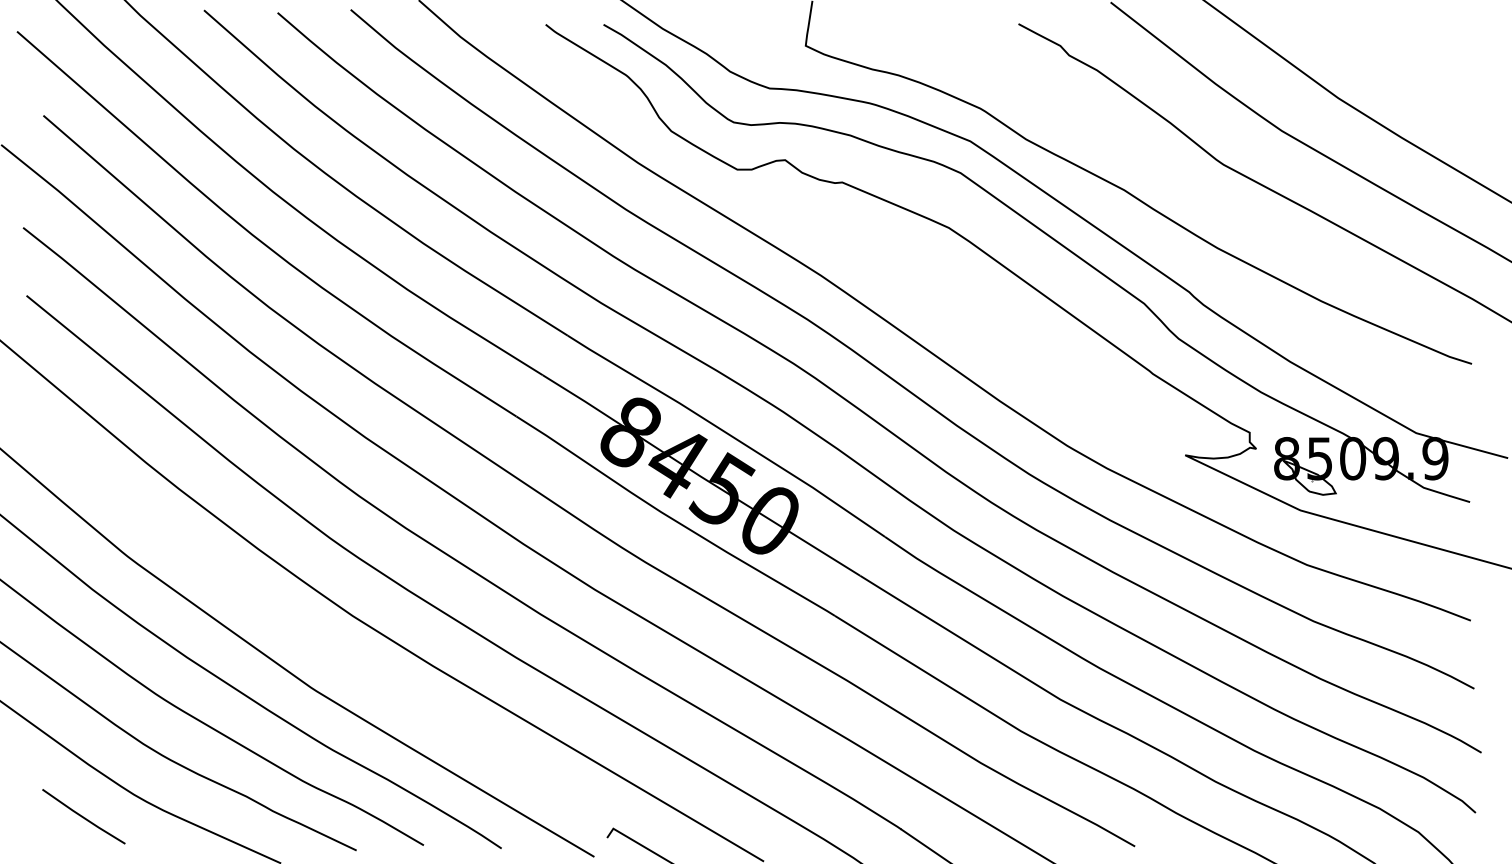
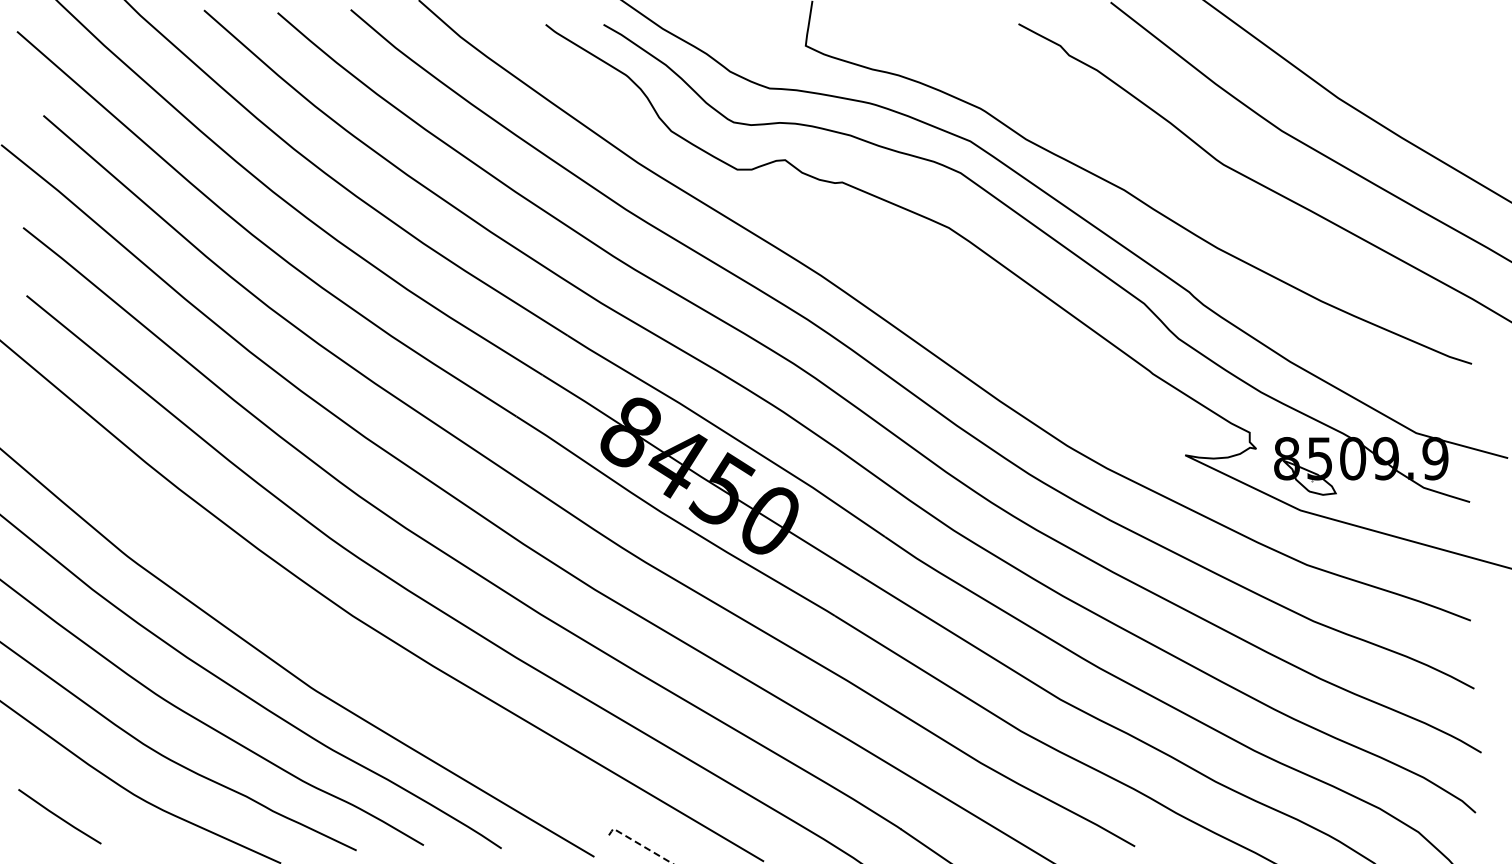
line at (83, 816) position: (83, 816) -> (59, 816)
line at (636, 842): solid -> dashed
